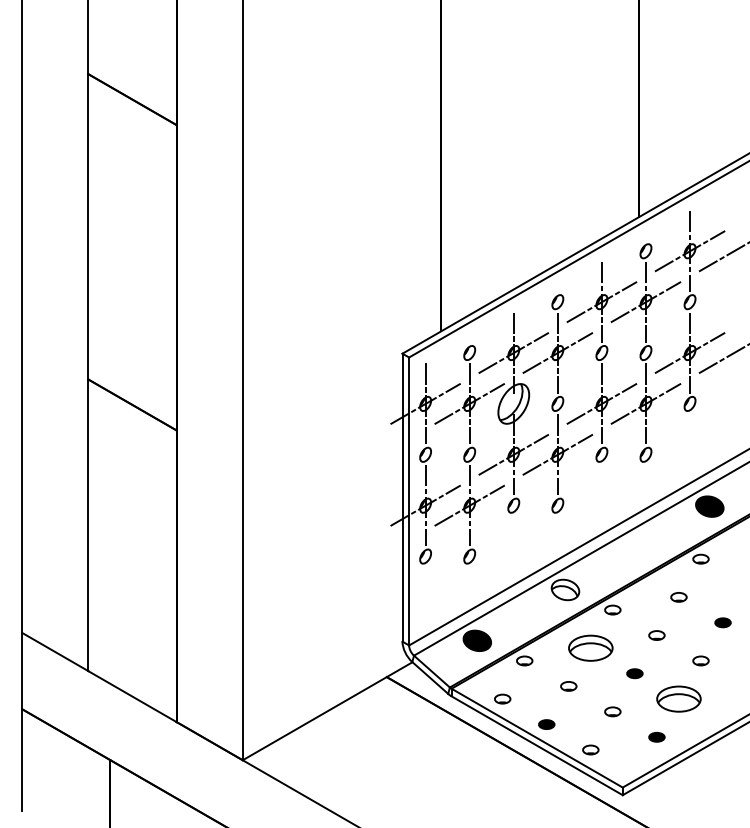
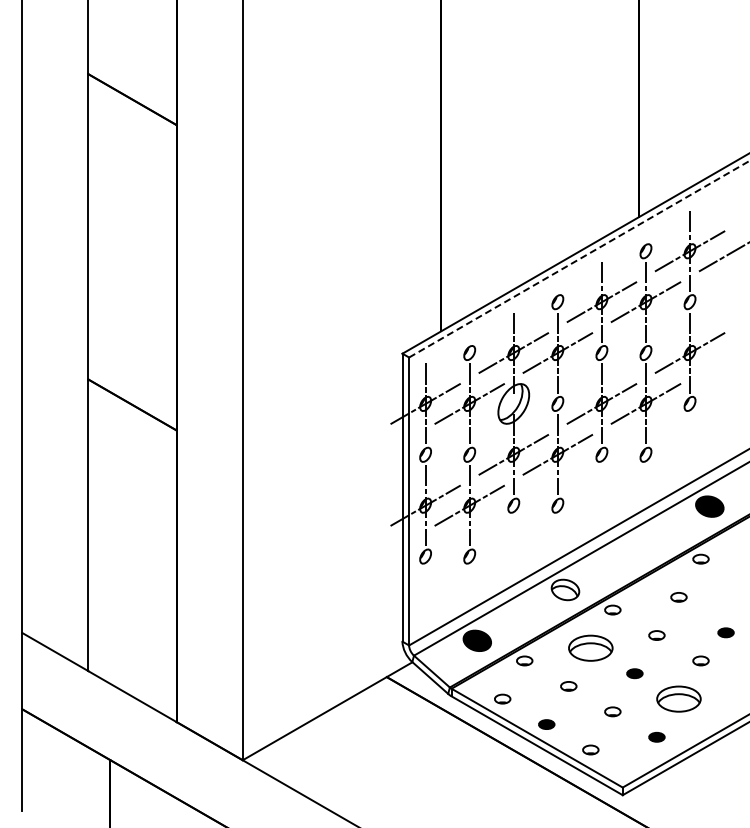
line at (579, 259): solid -> dashed
line at (722, 359): present -> none
part at (722, 622) position: (722, 622) -> (725, 632)
